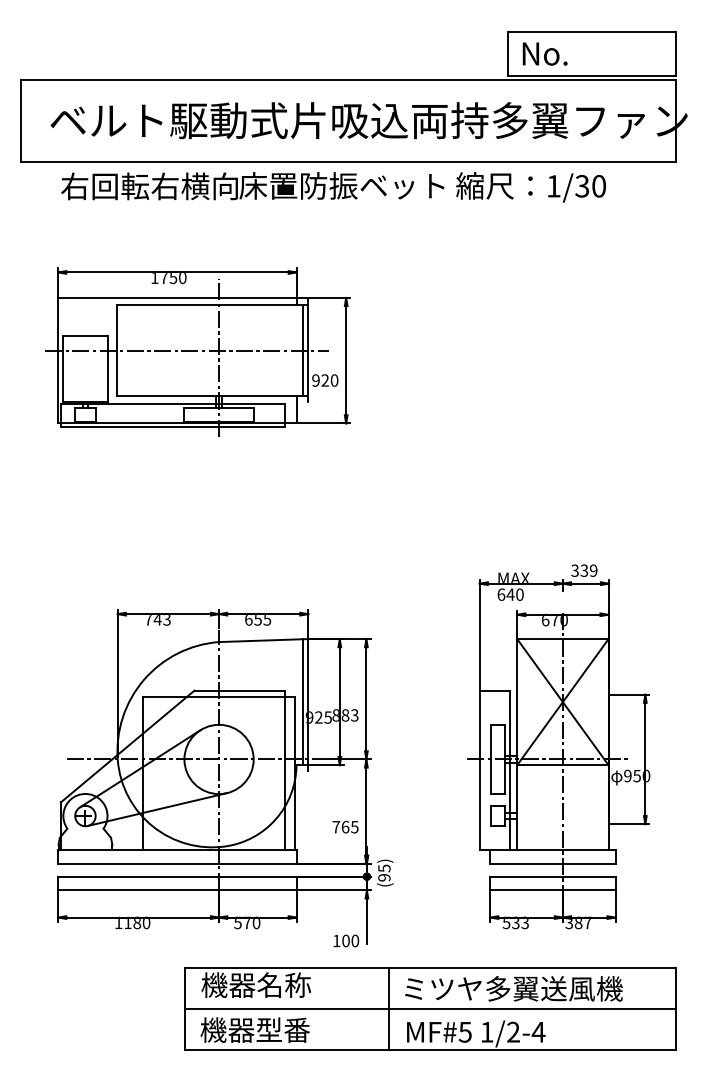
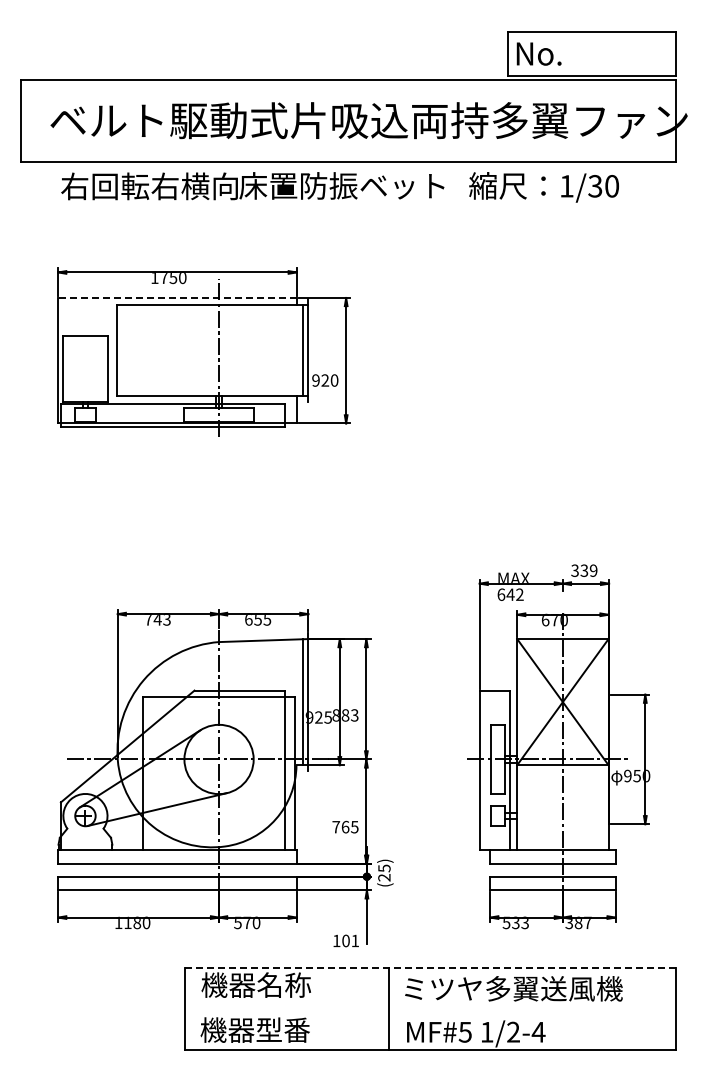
text at (544, 53) position: (544, 53) -> (538, 53)
text at (530, 187) position: (530, 187) -> (543, 187)
line at (176, 298): solid -> dashed
line at (187, 350): present -> none
text at (519, 594): 640 -> 642
text at (384, 877): (95) -> (25)
text at (355, 940): 100 -> 101
line at (430, 967): solid -> dashed
line at (429, 1008): present -> none
